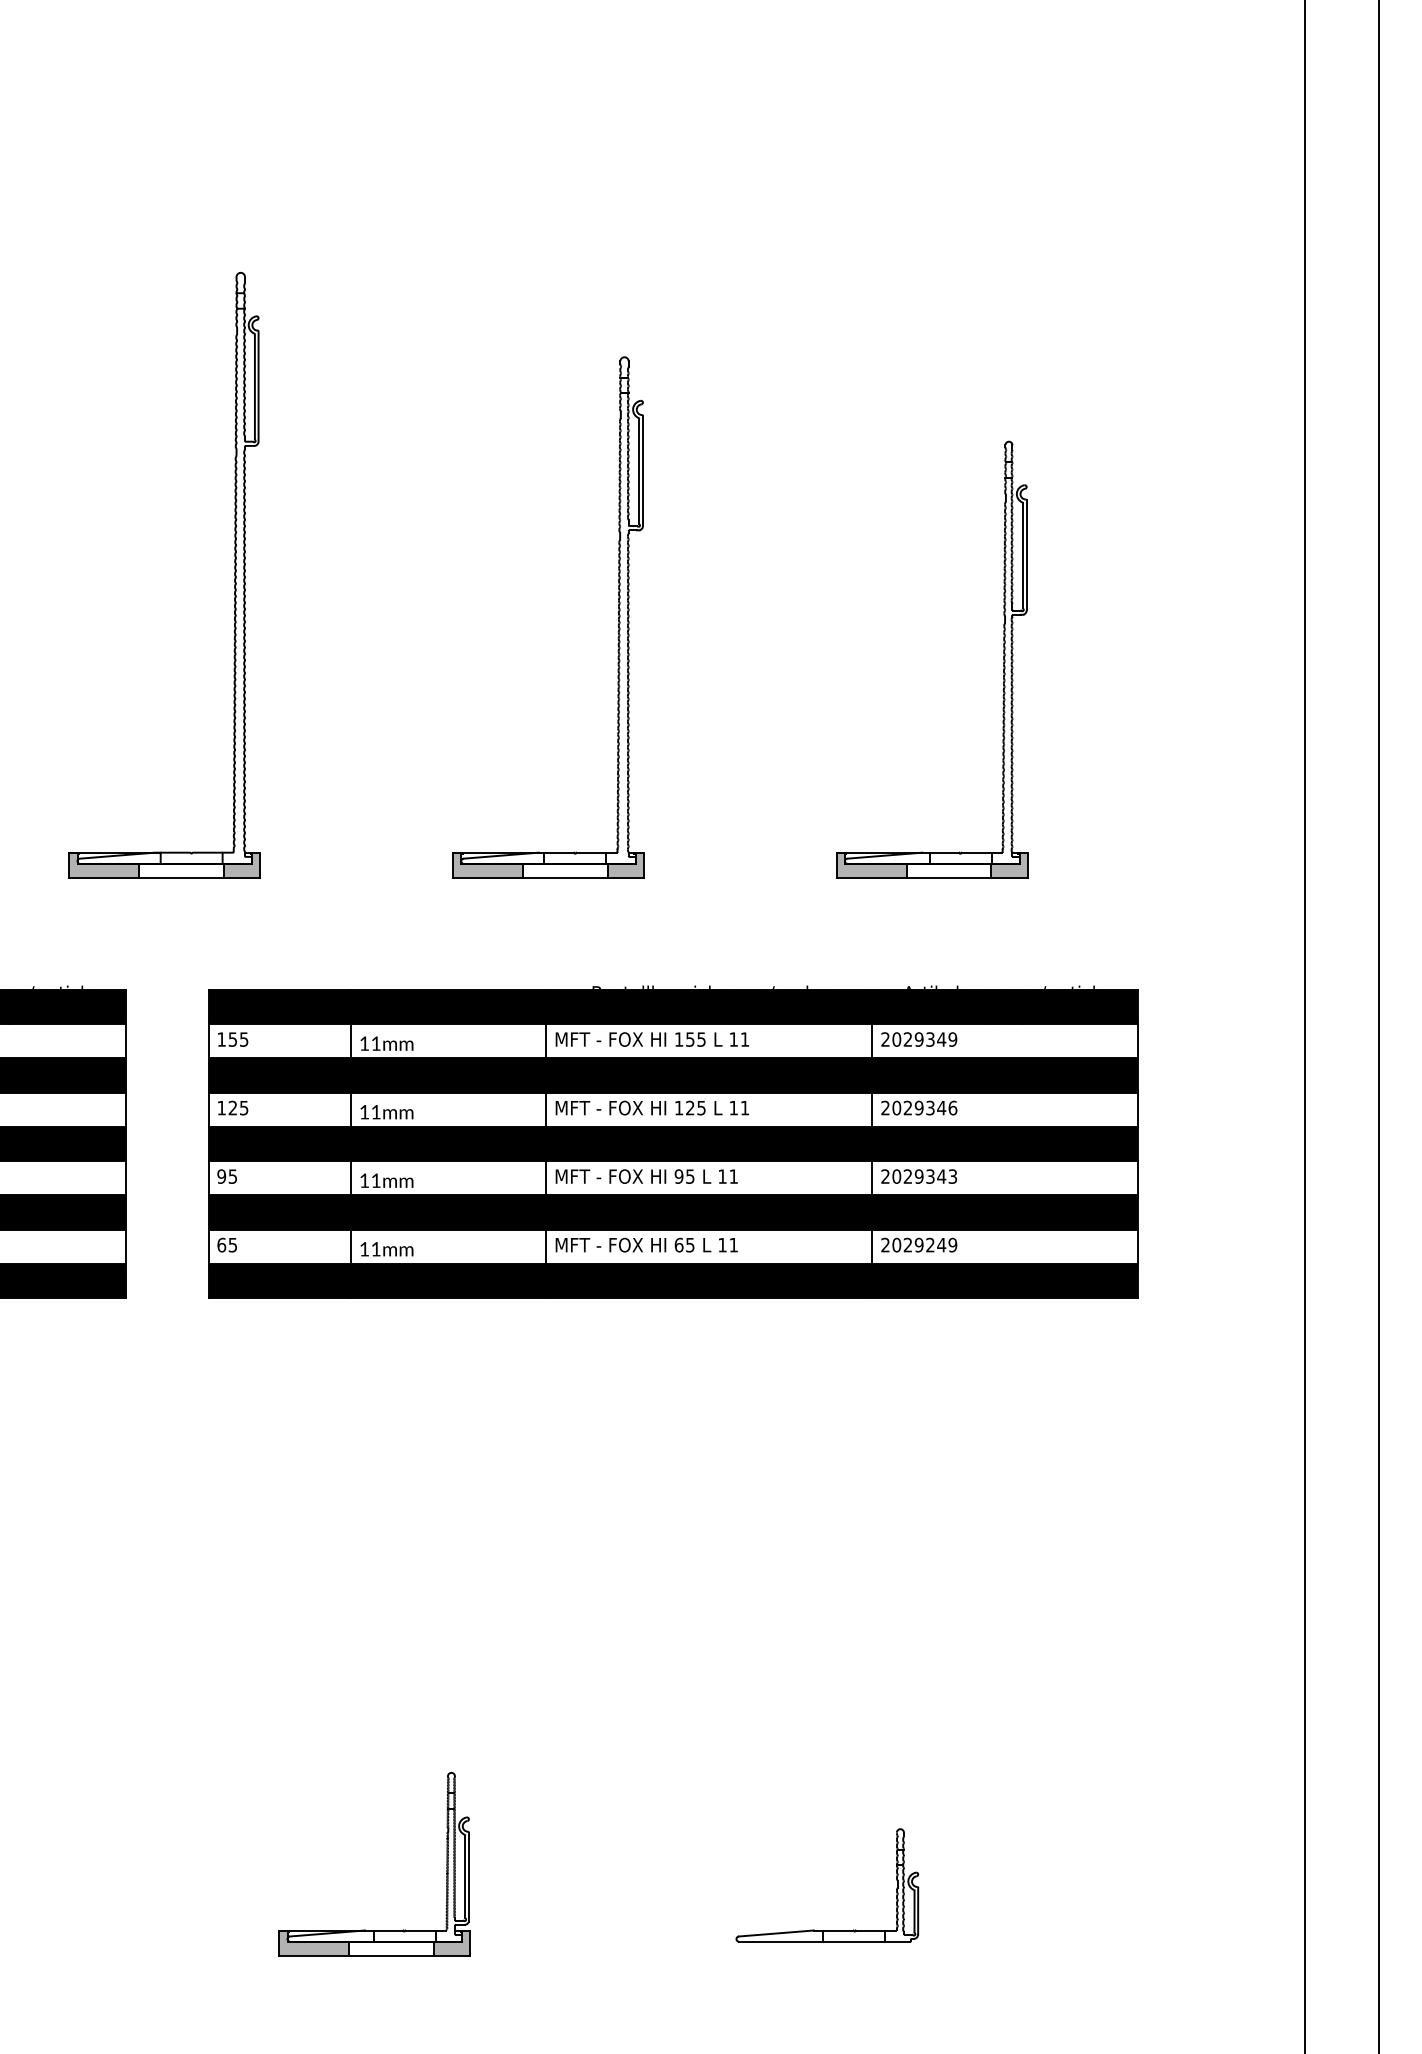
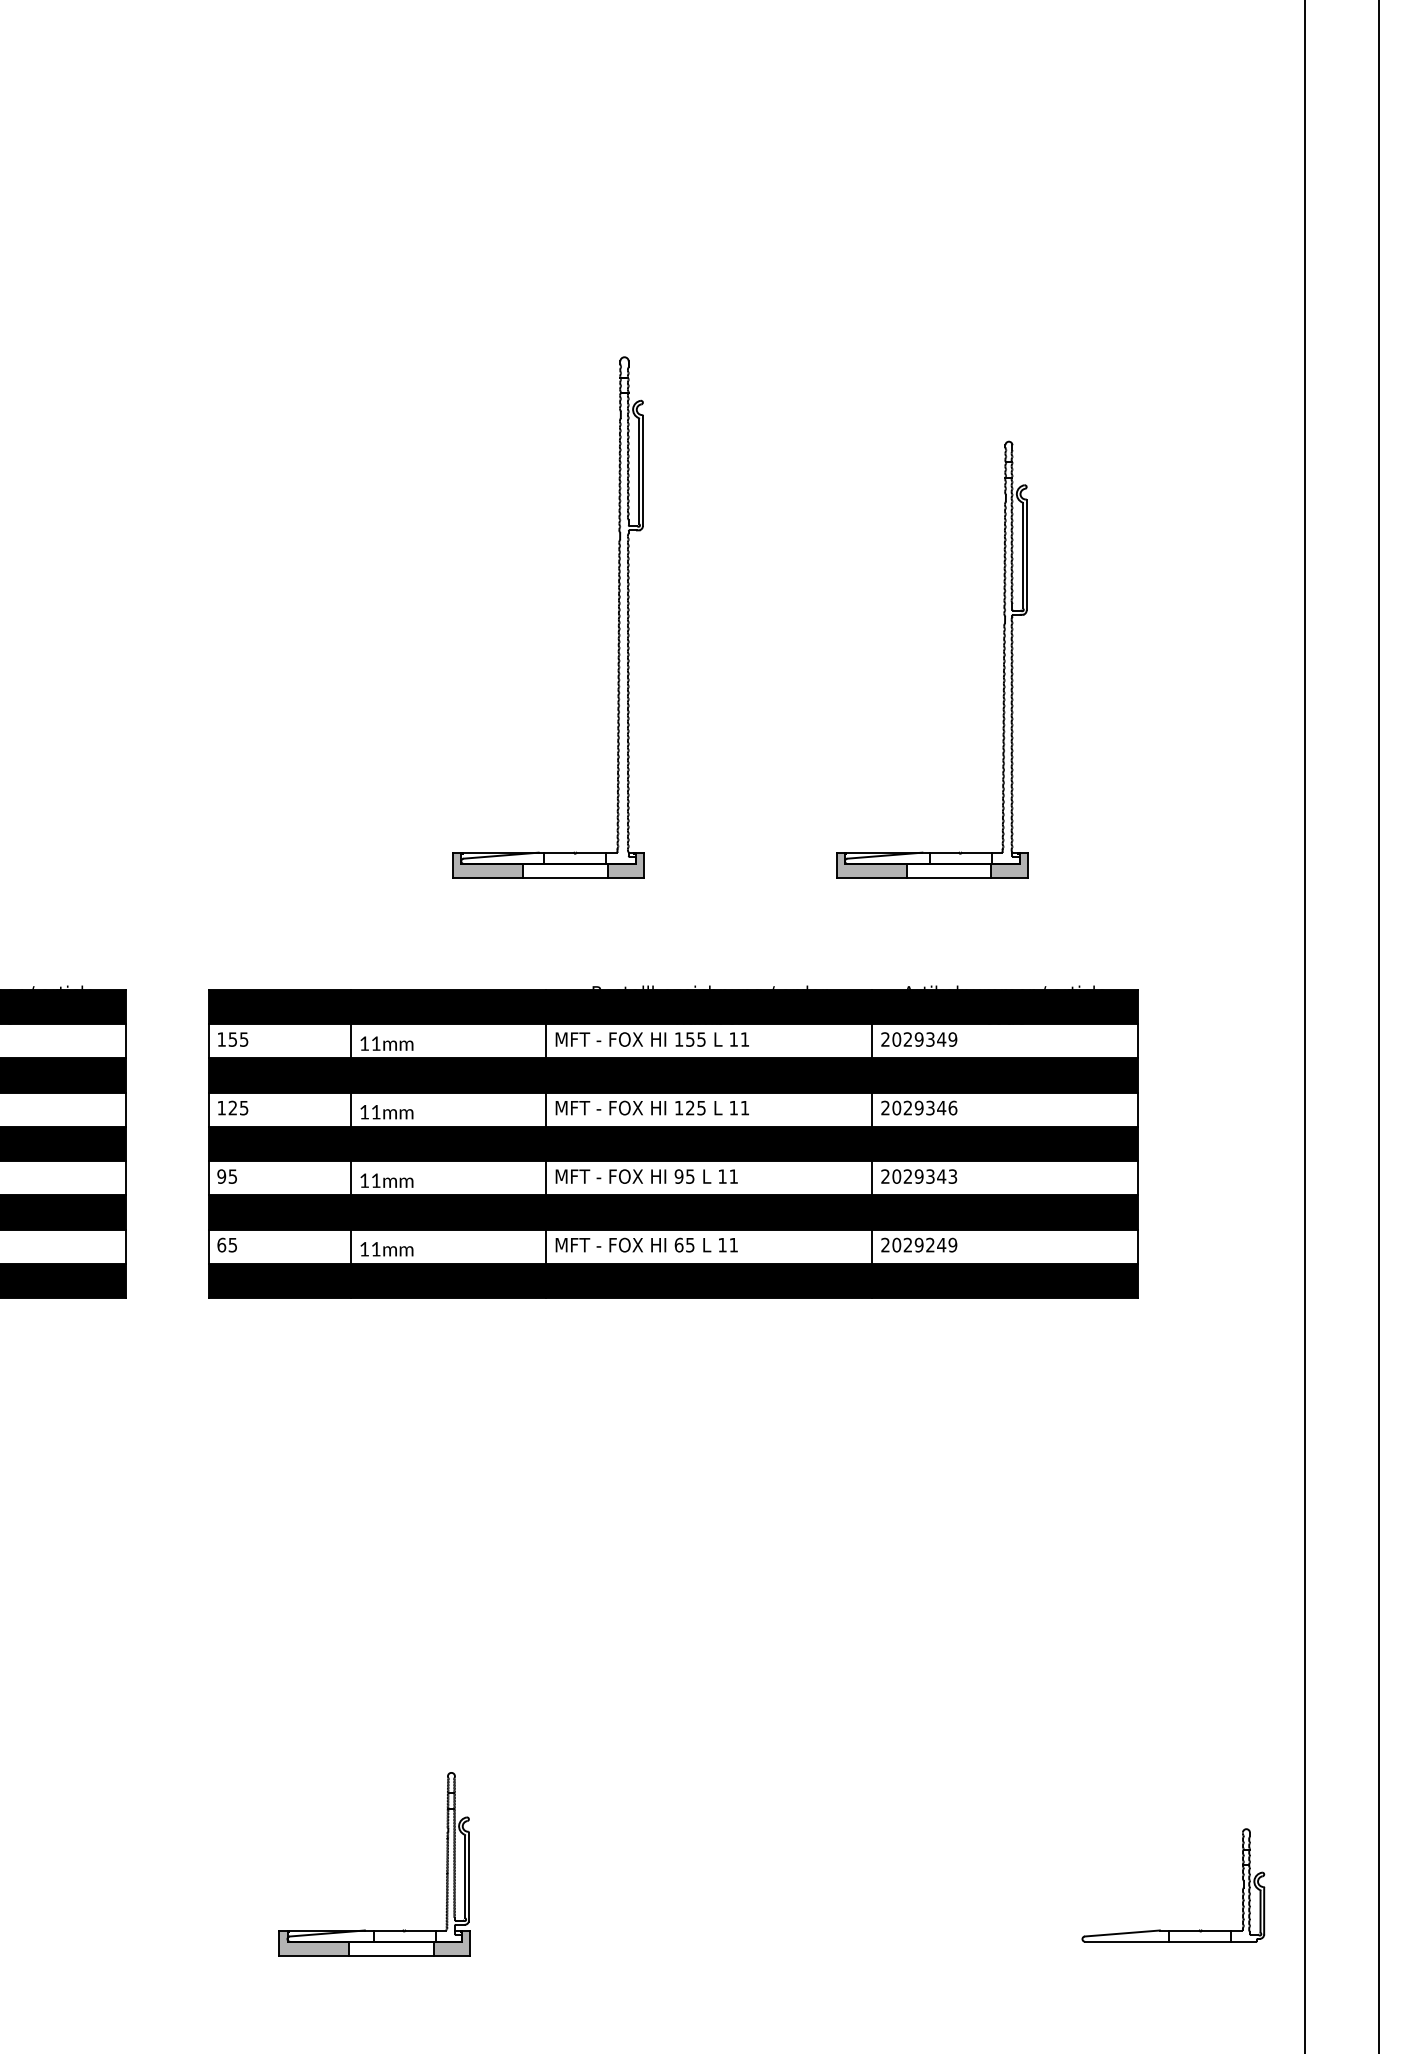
part at (234, 574): present -> none
part at (827, 1930) position: (827, 1930) -> (1173, 1930)
